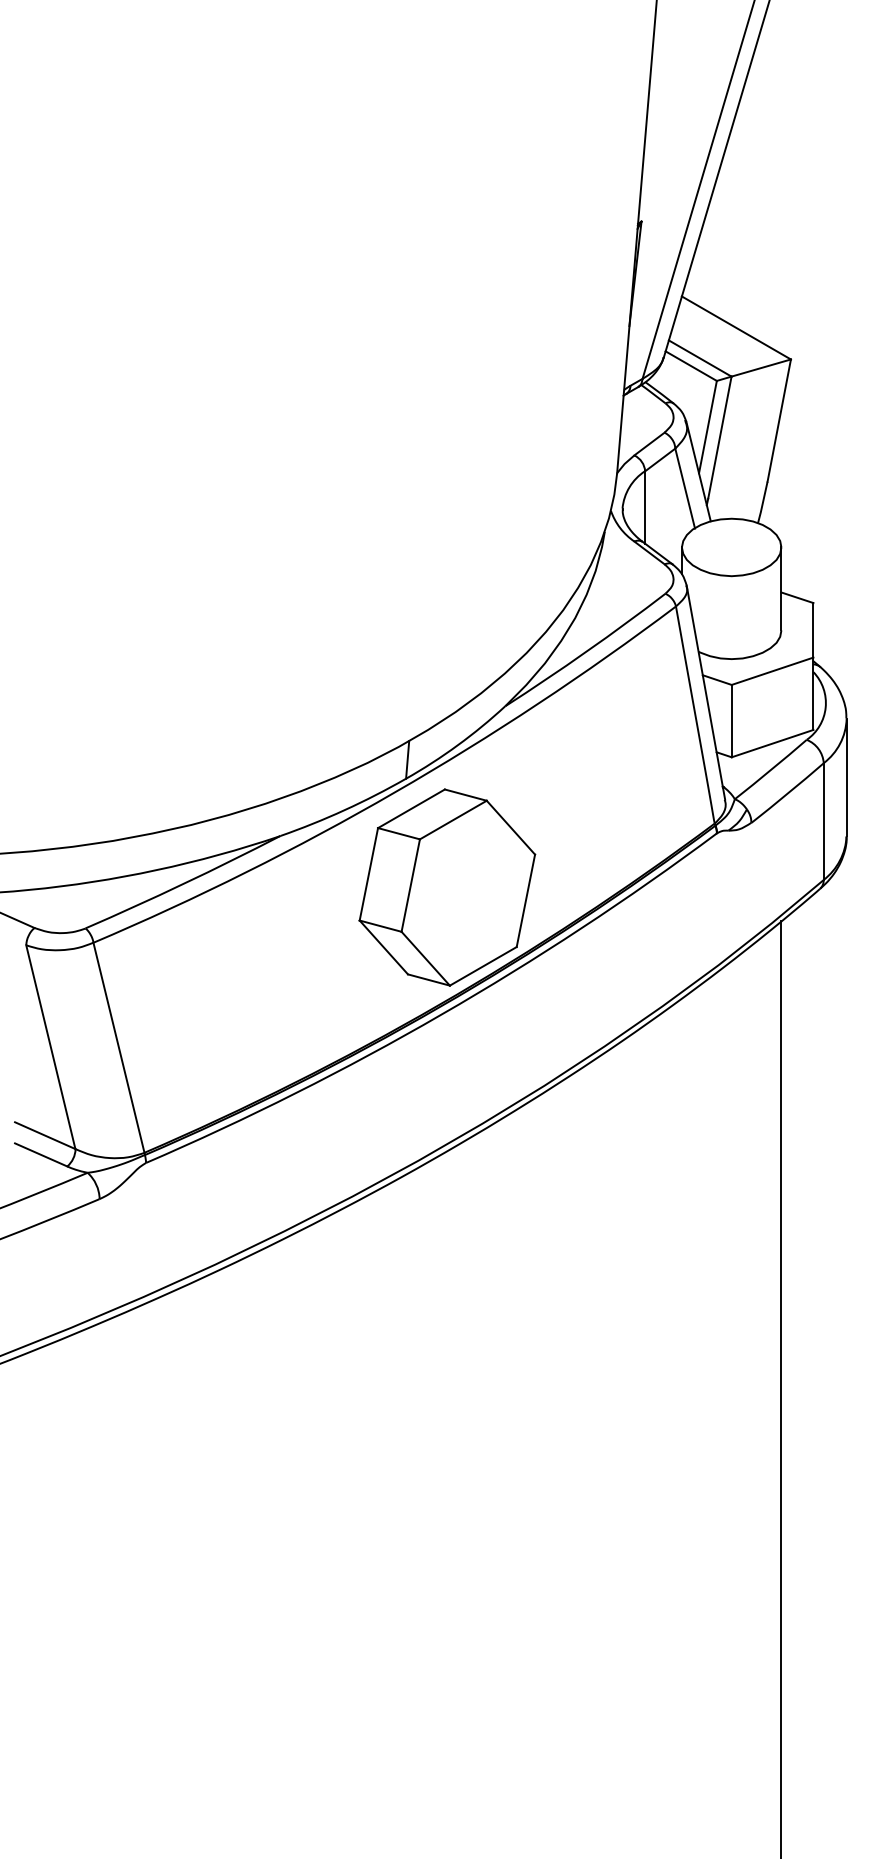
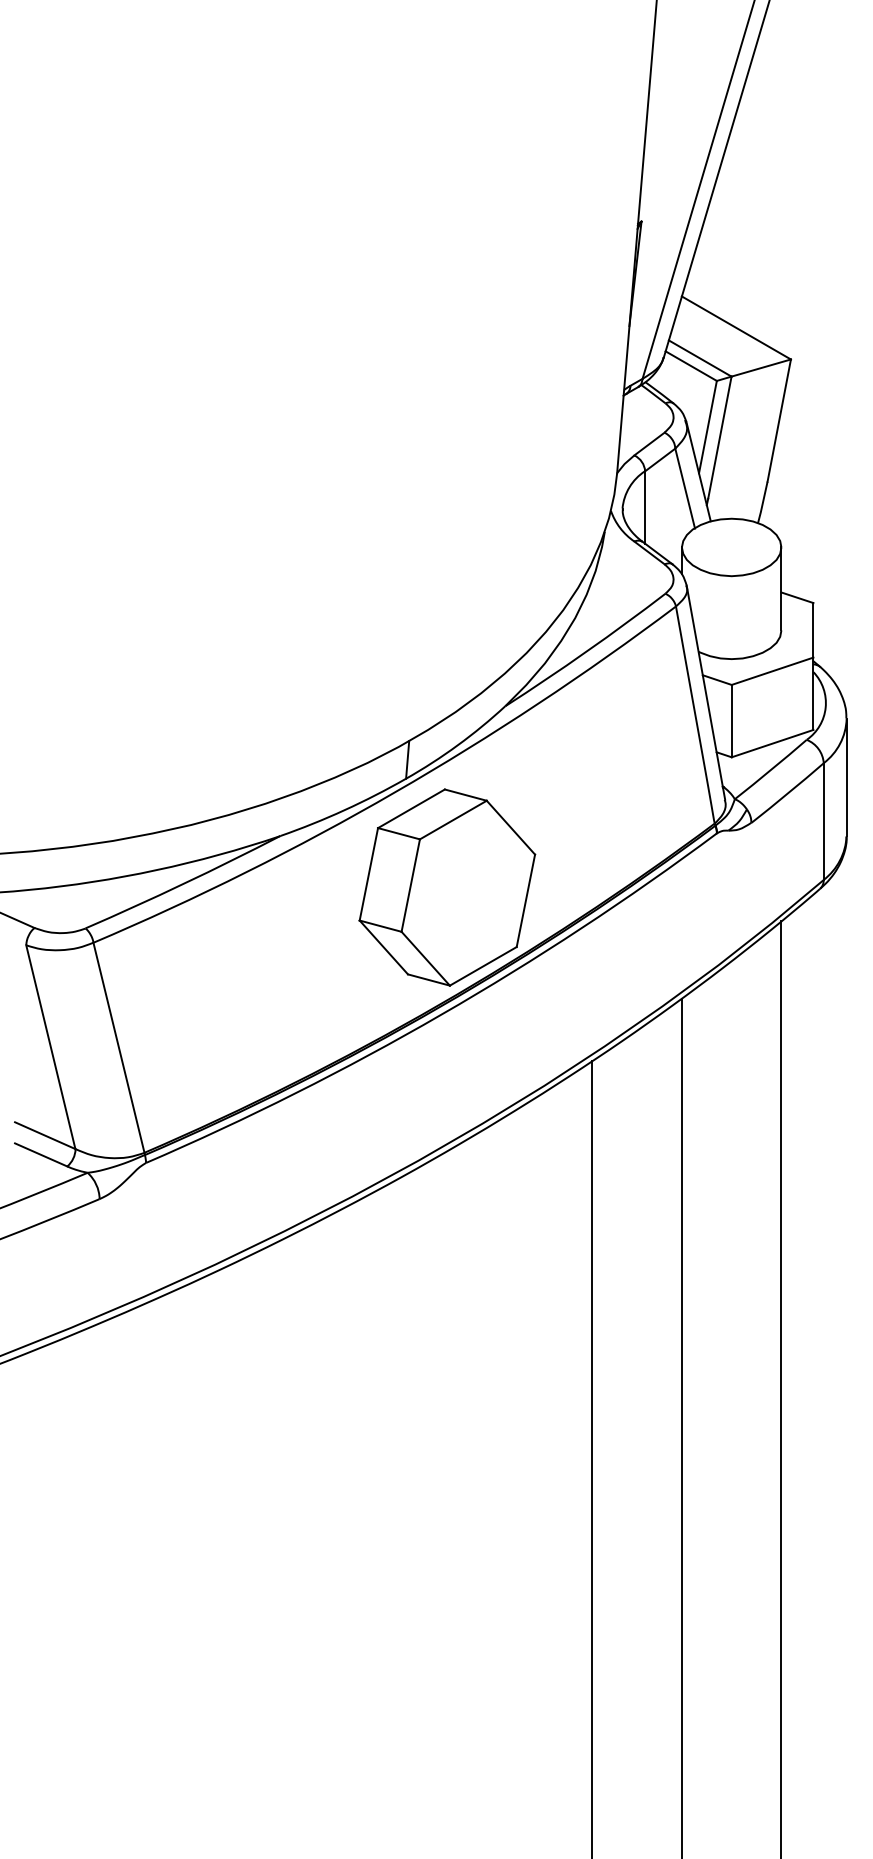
line at (681, 1426): none -> present
line at (592, 1458): none -> present
